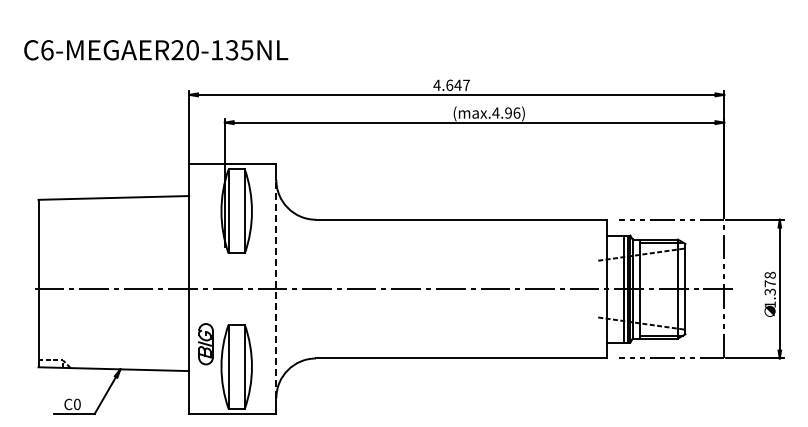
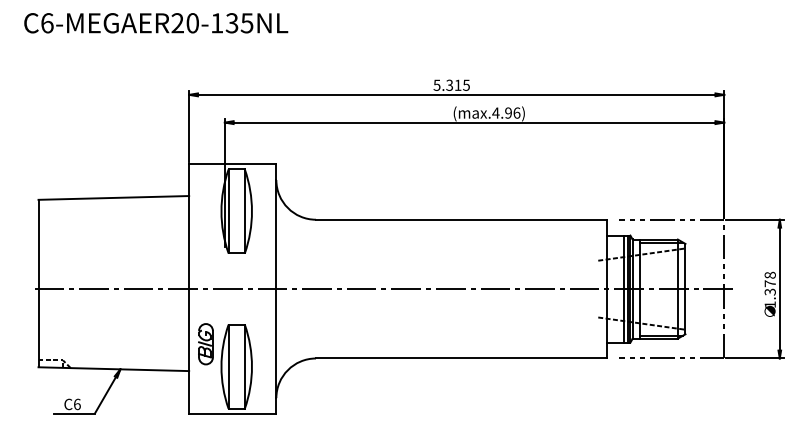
text at (156, 50) position: (156, 50) -> (156, 23)
text at (451, 84): 4.647 -> 5.315
line at (276, 288): dashed -> solid
text at (77, 403): C0 -> C6
